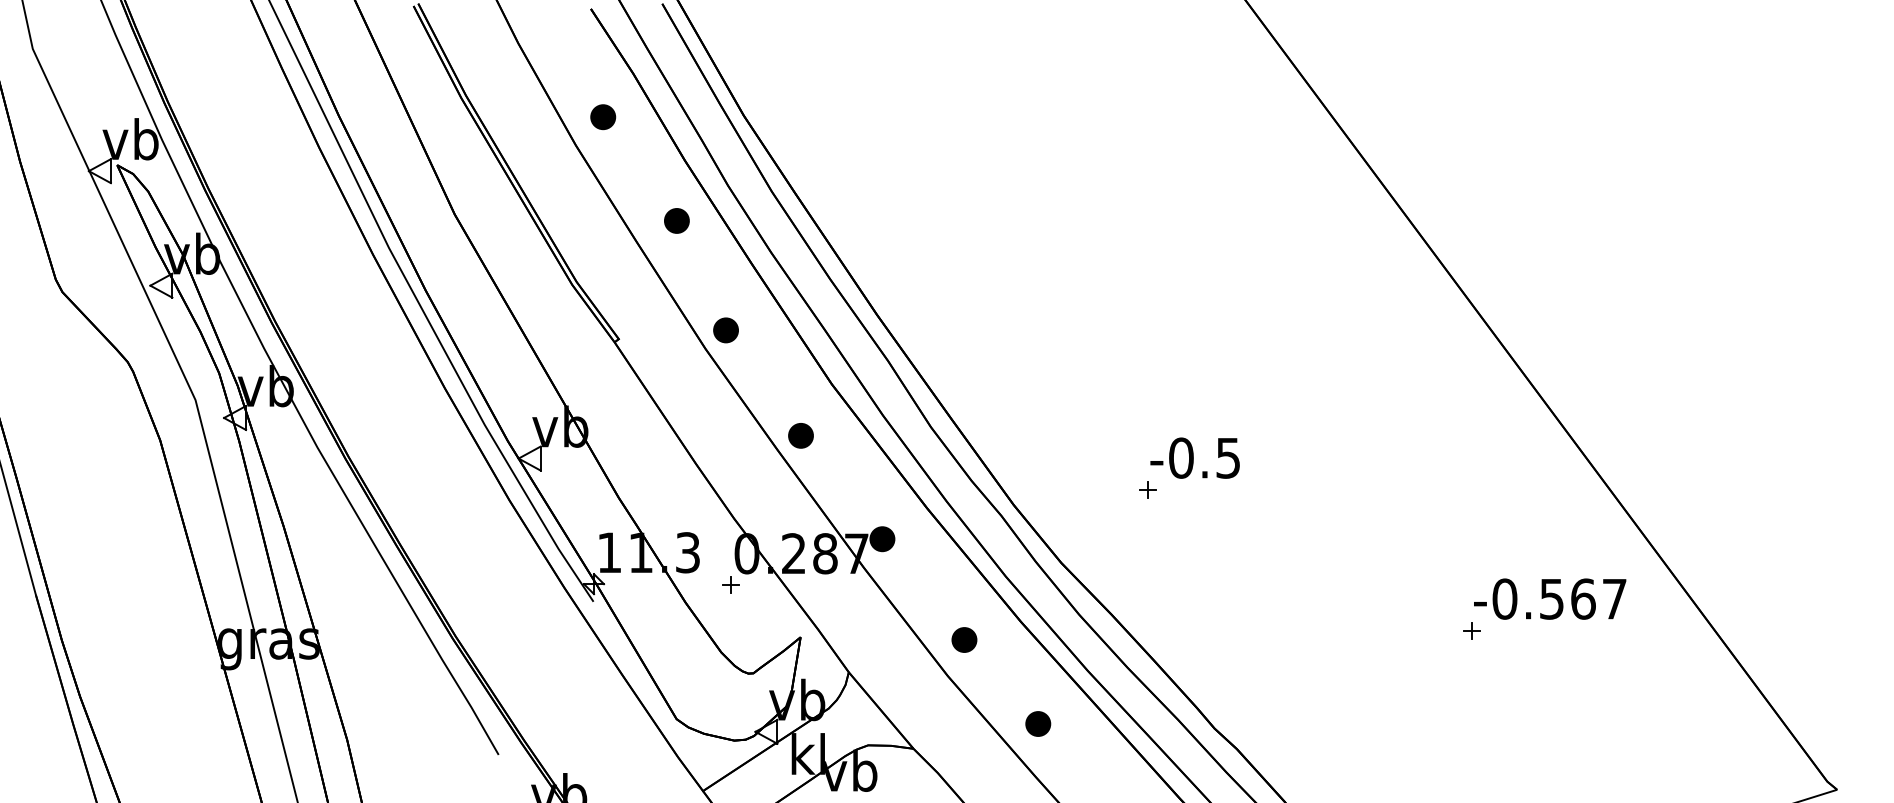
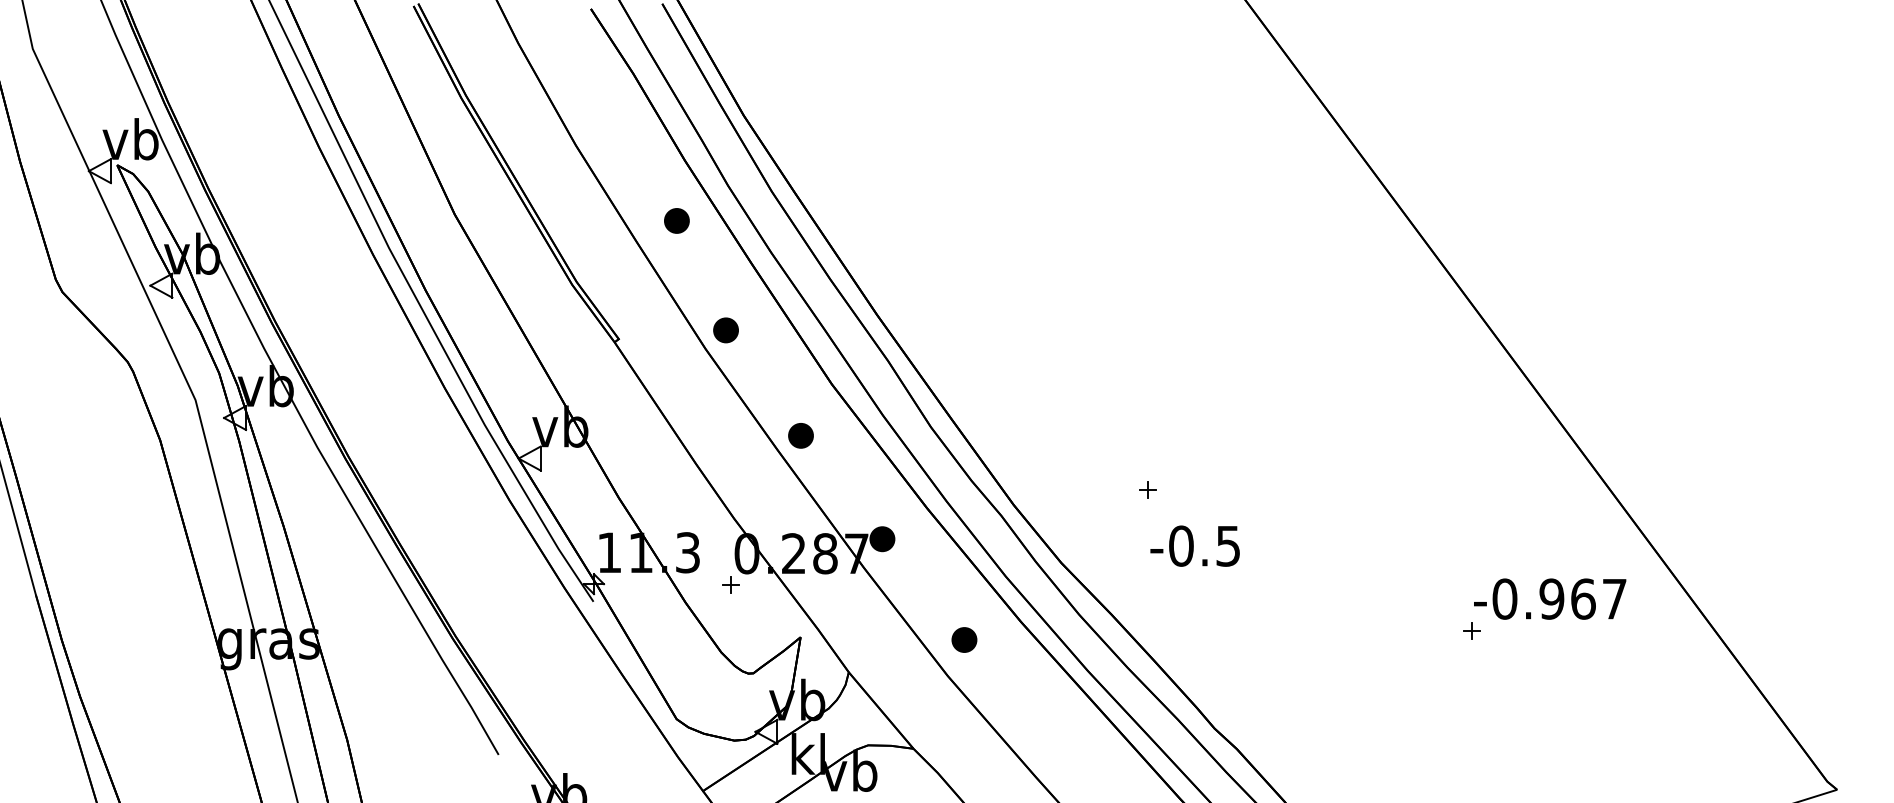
part at (603, 117): present -> none
text at (1194, 457) position: (1194, 457) -> (1194, 545)
text at (1551, 598): -0.567 -> -0.967
part at (1038, 723): present -> none
